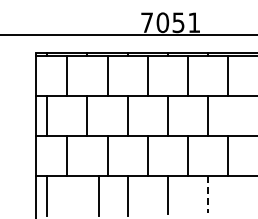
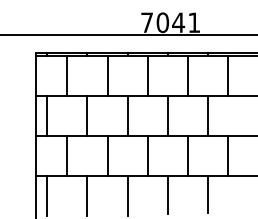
text at (178, 22): 7051 -> 7041
line at (207, 194): dashed -> solid
line at (99, 195) position: (99, 195) -> (87, 195)
